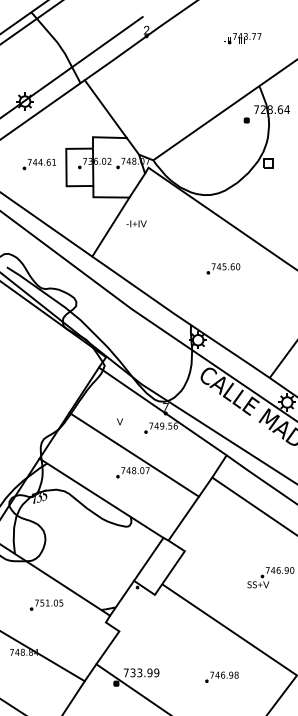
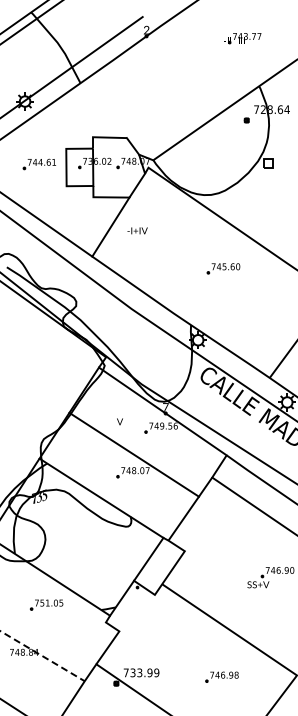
line at (105, 109): present -> none
text at (136, 223) position: (136, 223) -> (137, 230)
line at (42, 656): solid -> dashed
